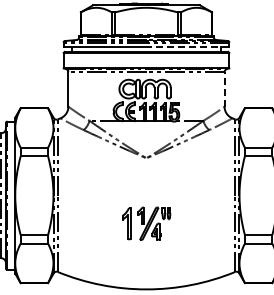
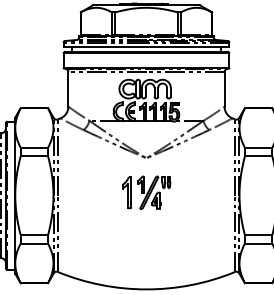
line at (187, 47): dashed -> solid
line at (224, 88): dashed -> solid
part at (146, 223) position: (146, 223) -> (146, 192)
